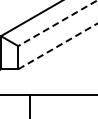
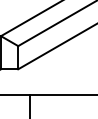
line at (57, 23): dashed -> solid
line at (57, 46): dashed -> solid
